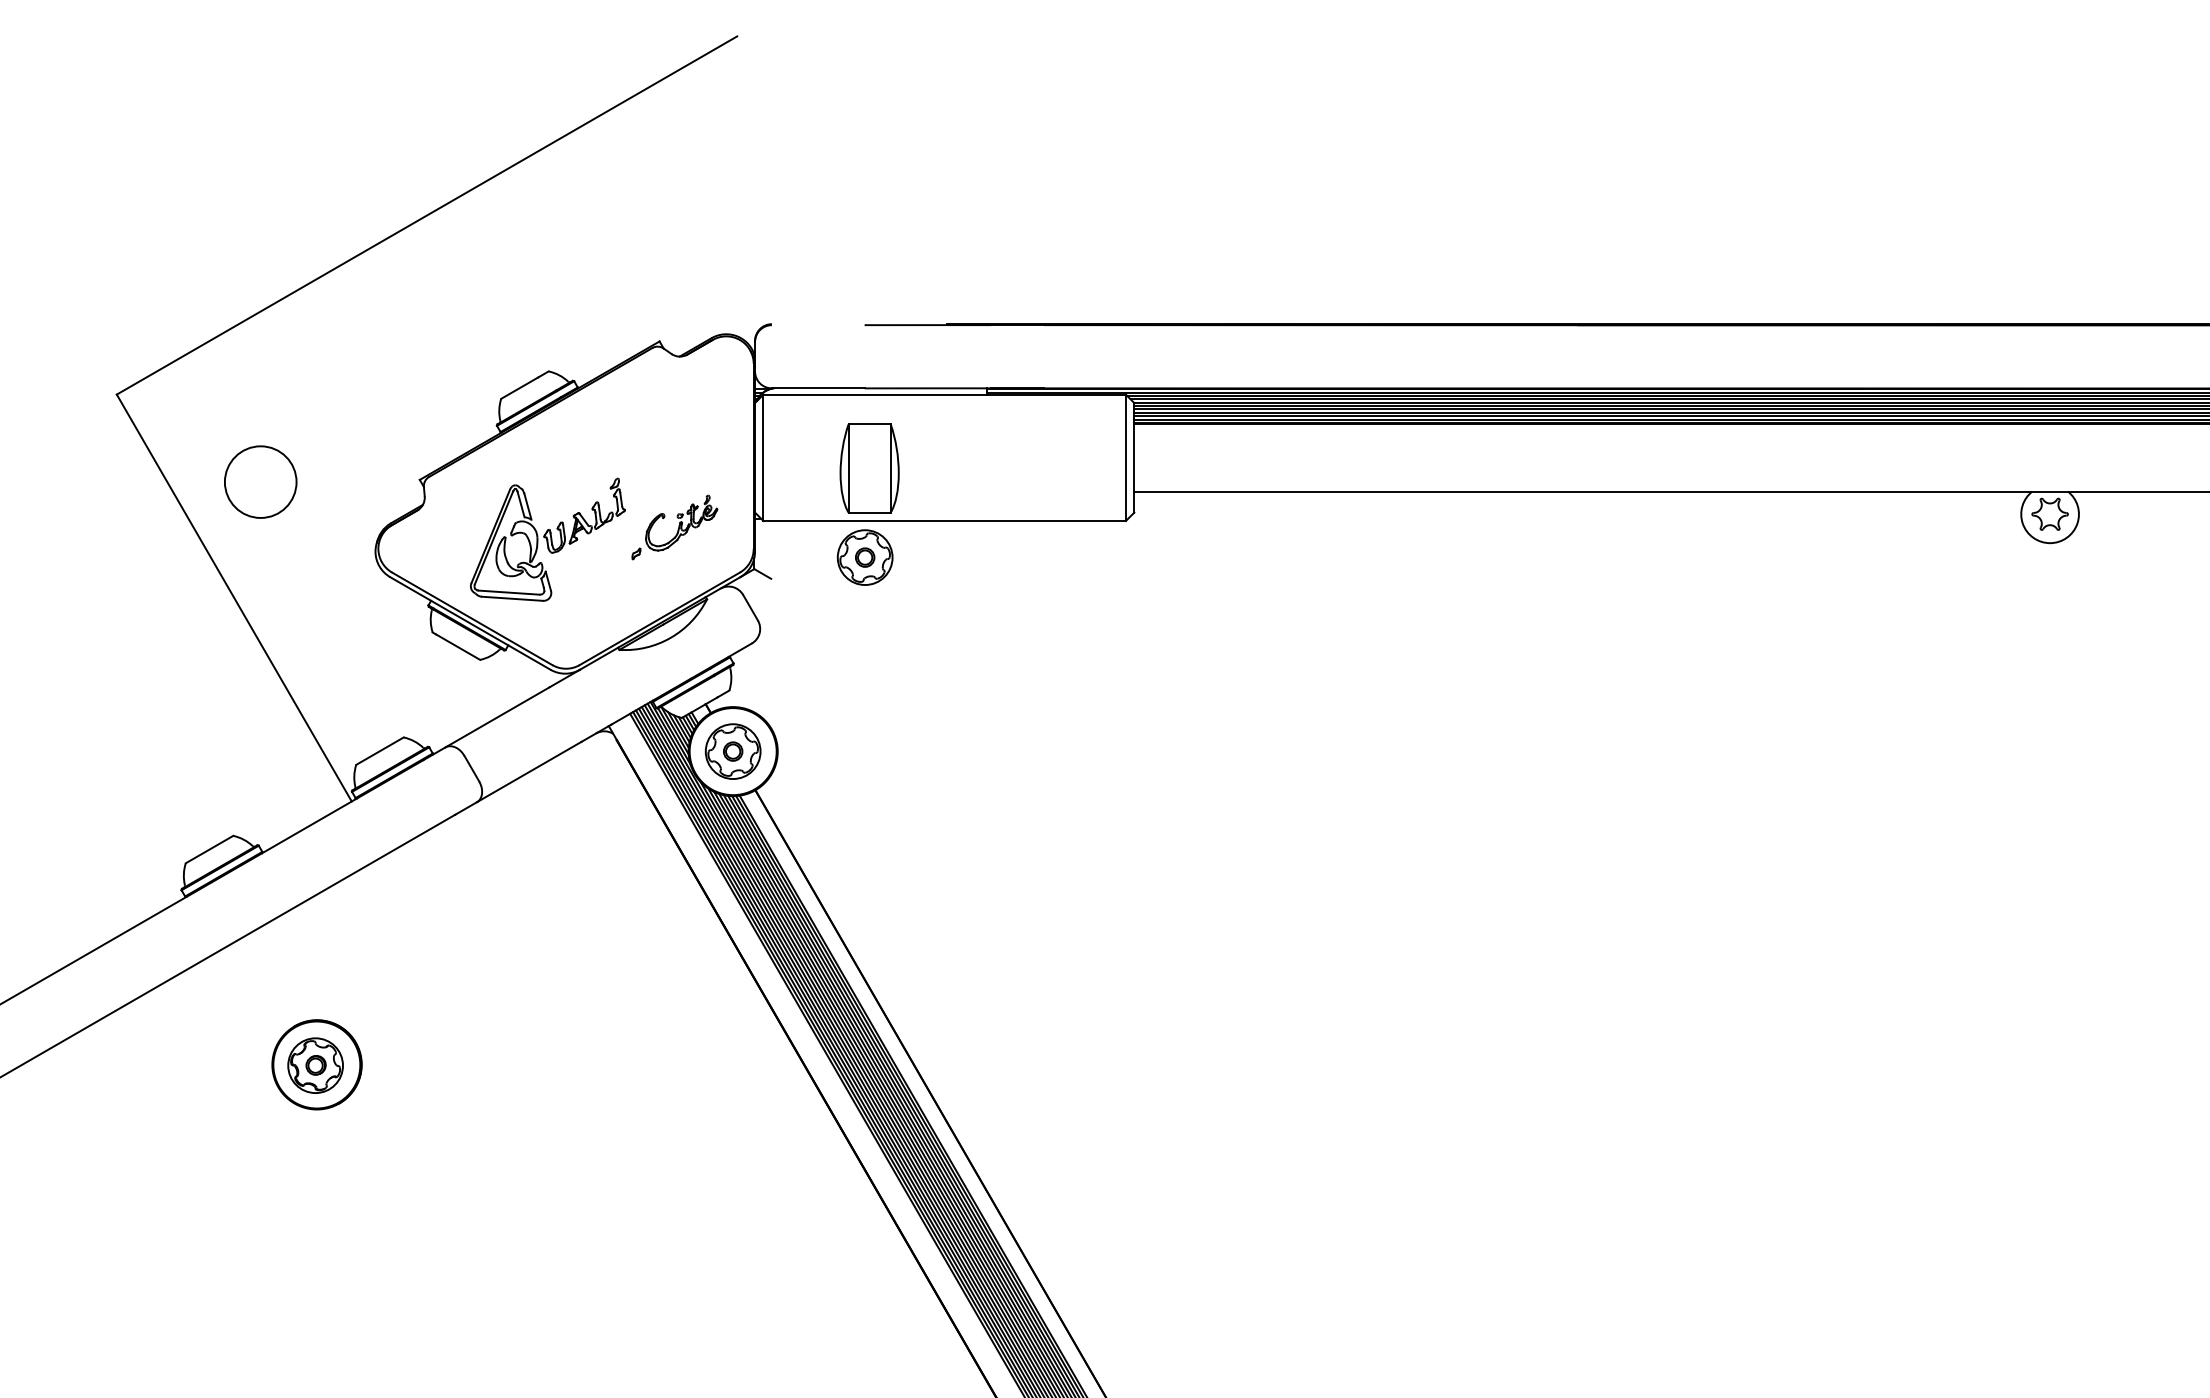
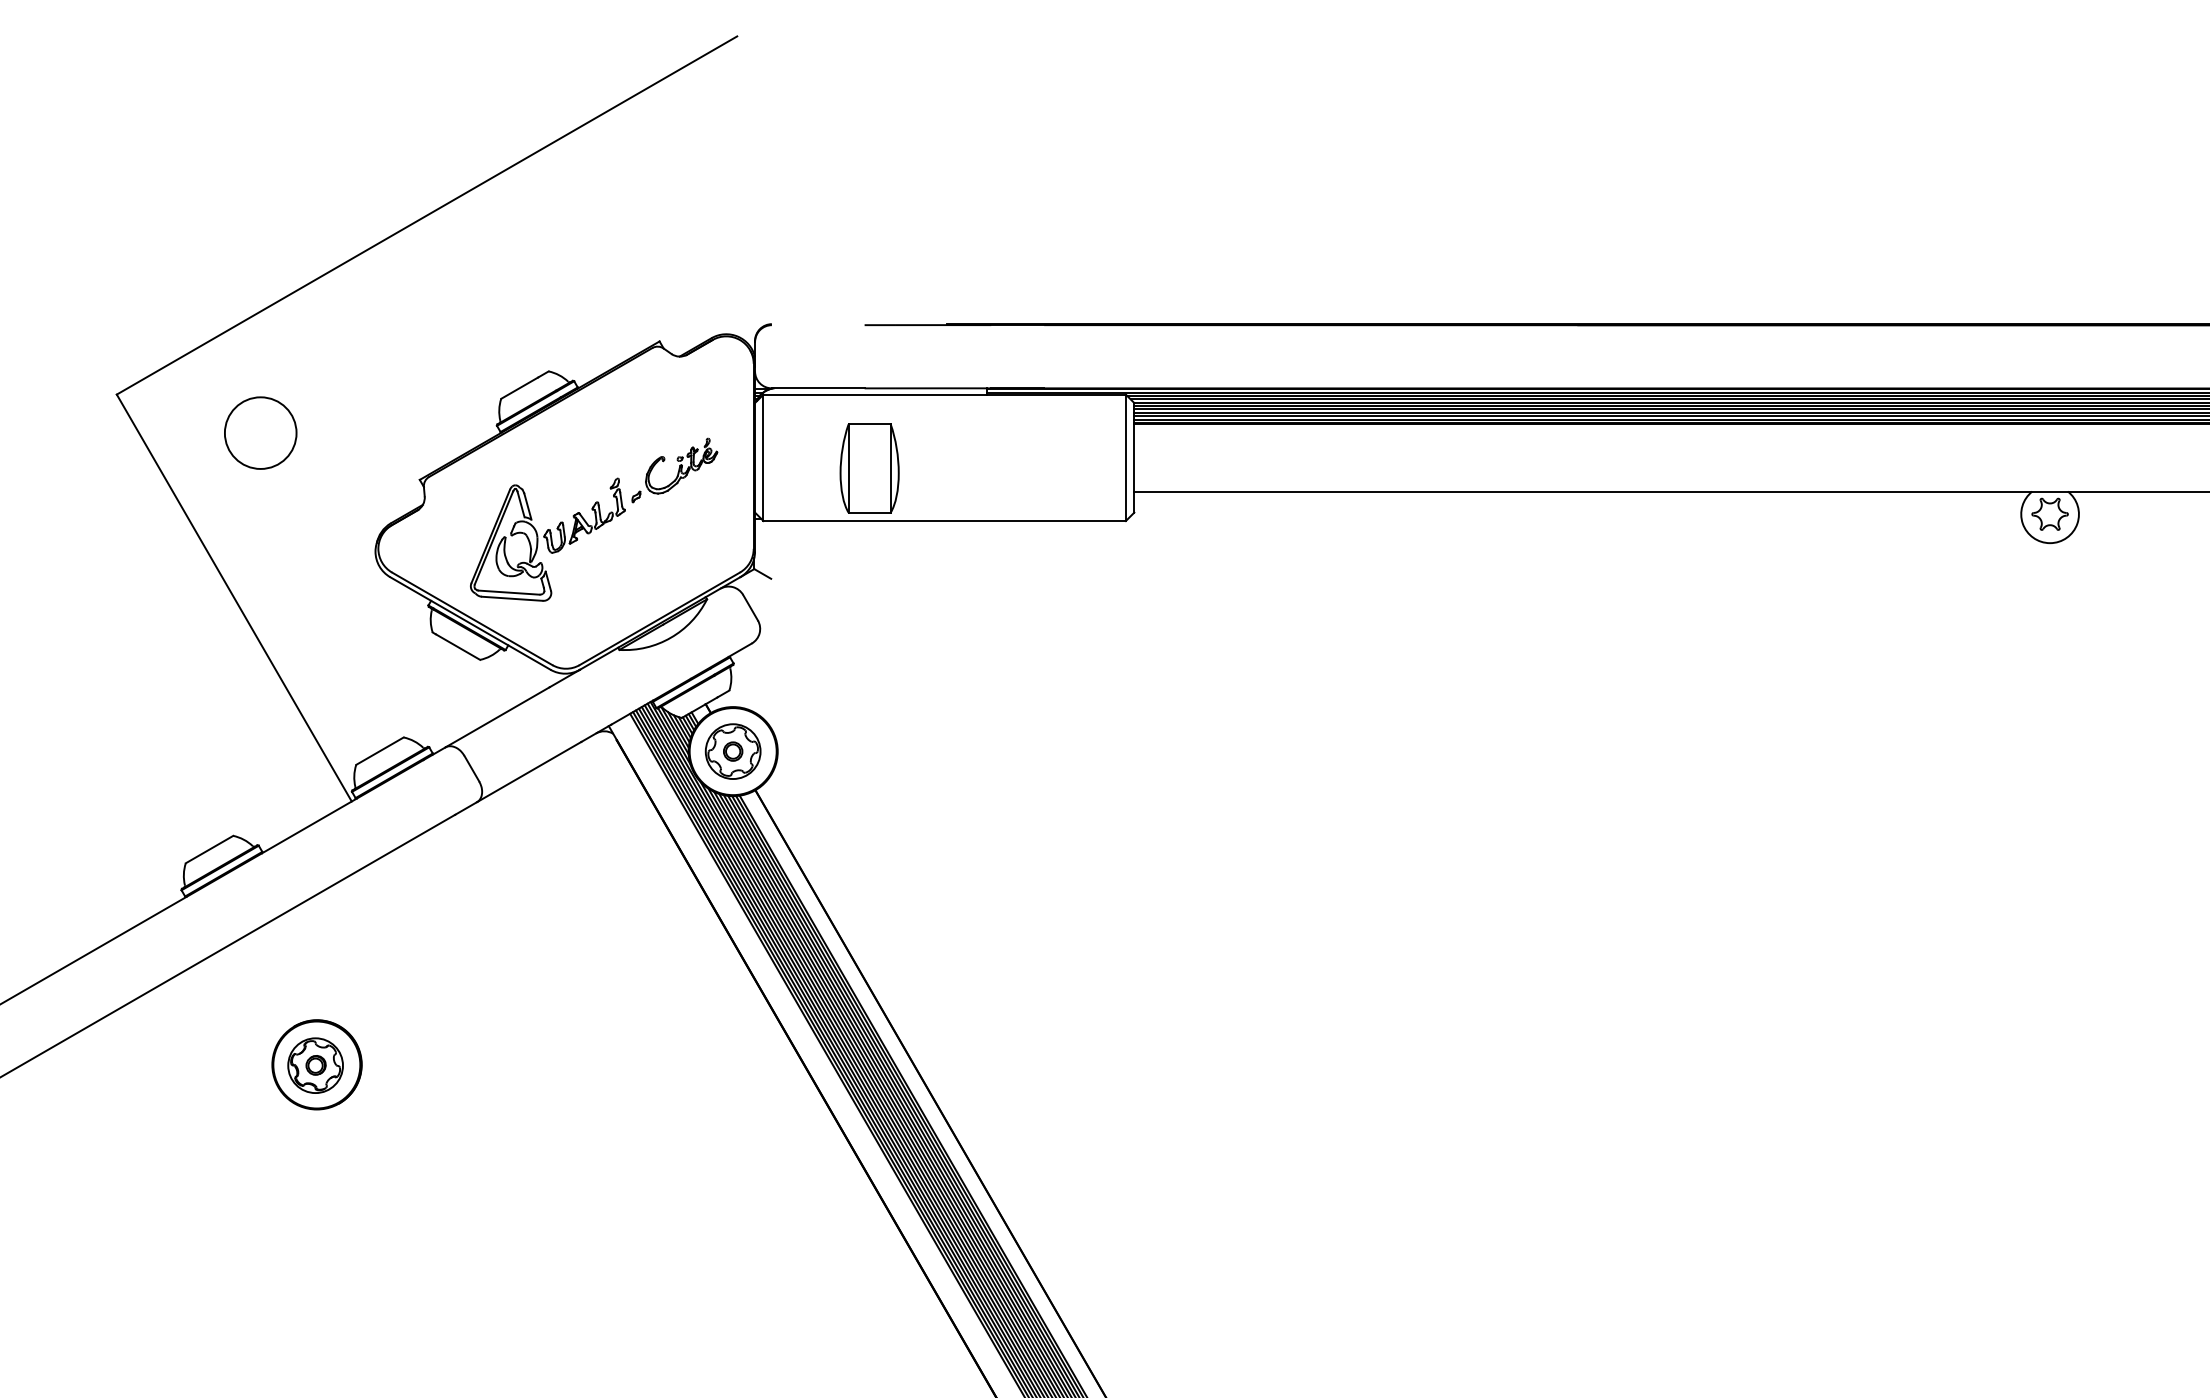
circle at (260, 481) position: (260, 481) -> (260, 432)
part at (674, 527) position: (674, 527) -> (674, 470)
part at (864, 557): present -> none
